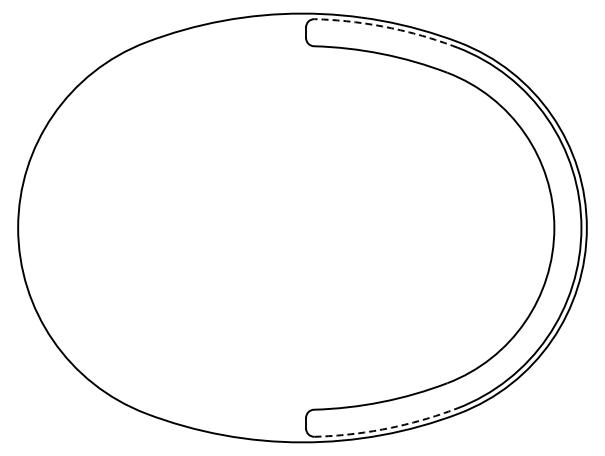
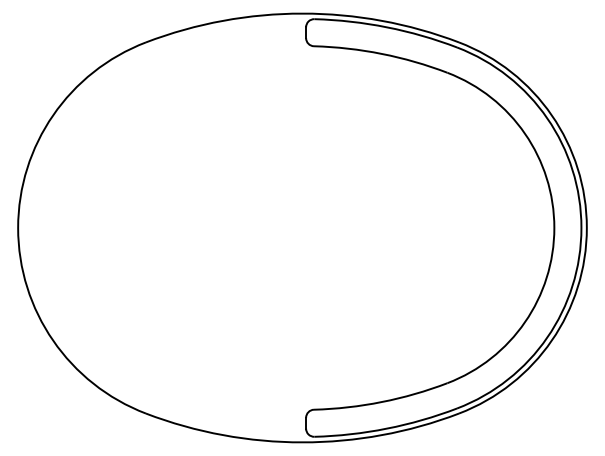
arc at (386, 27): dashed -> solid
arc at (386, 428): dashed -> solid
